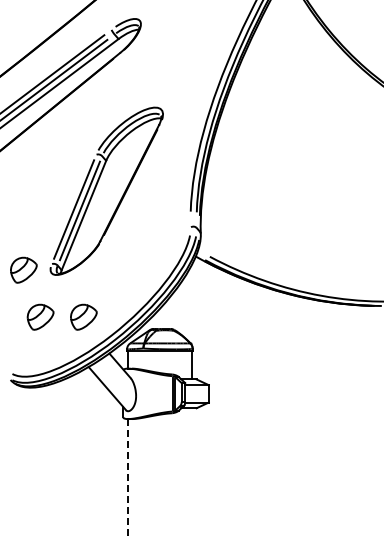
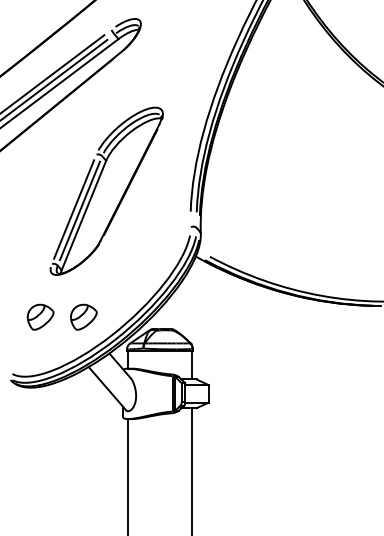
part at (23, 269): present -> none
line at (191, 470): none -> present
line at (127, 477): dashed -> solid
